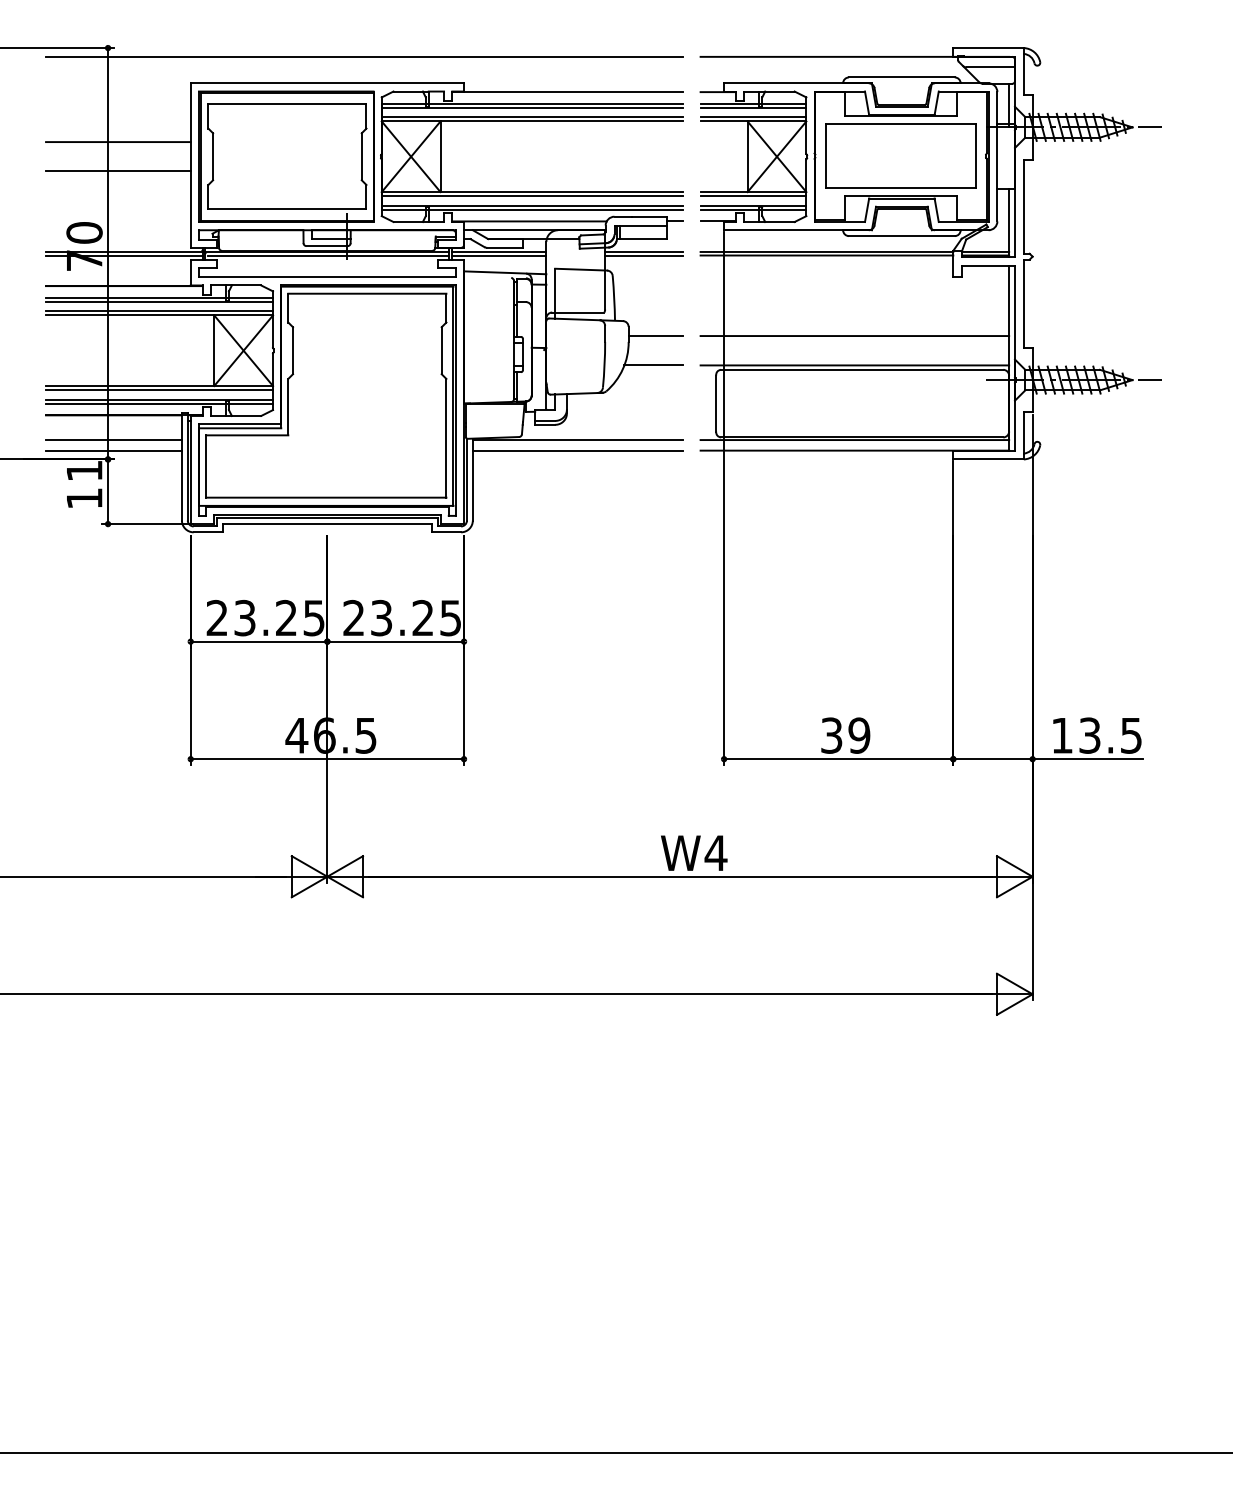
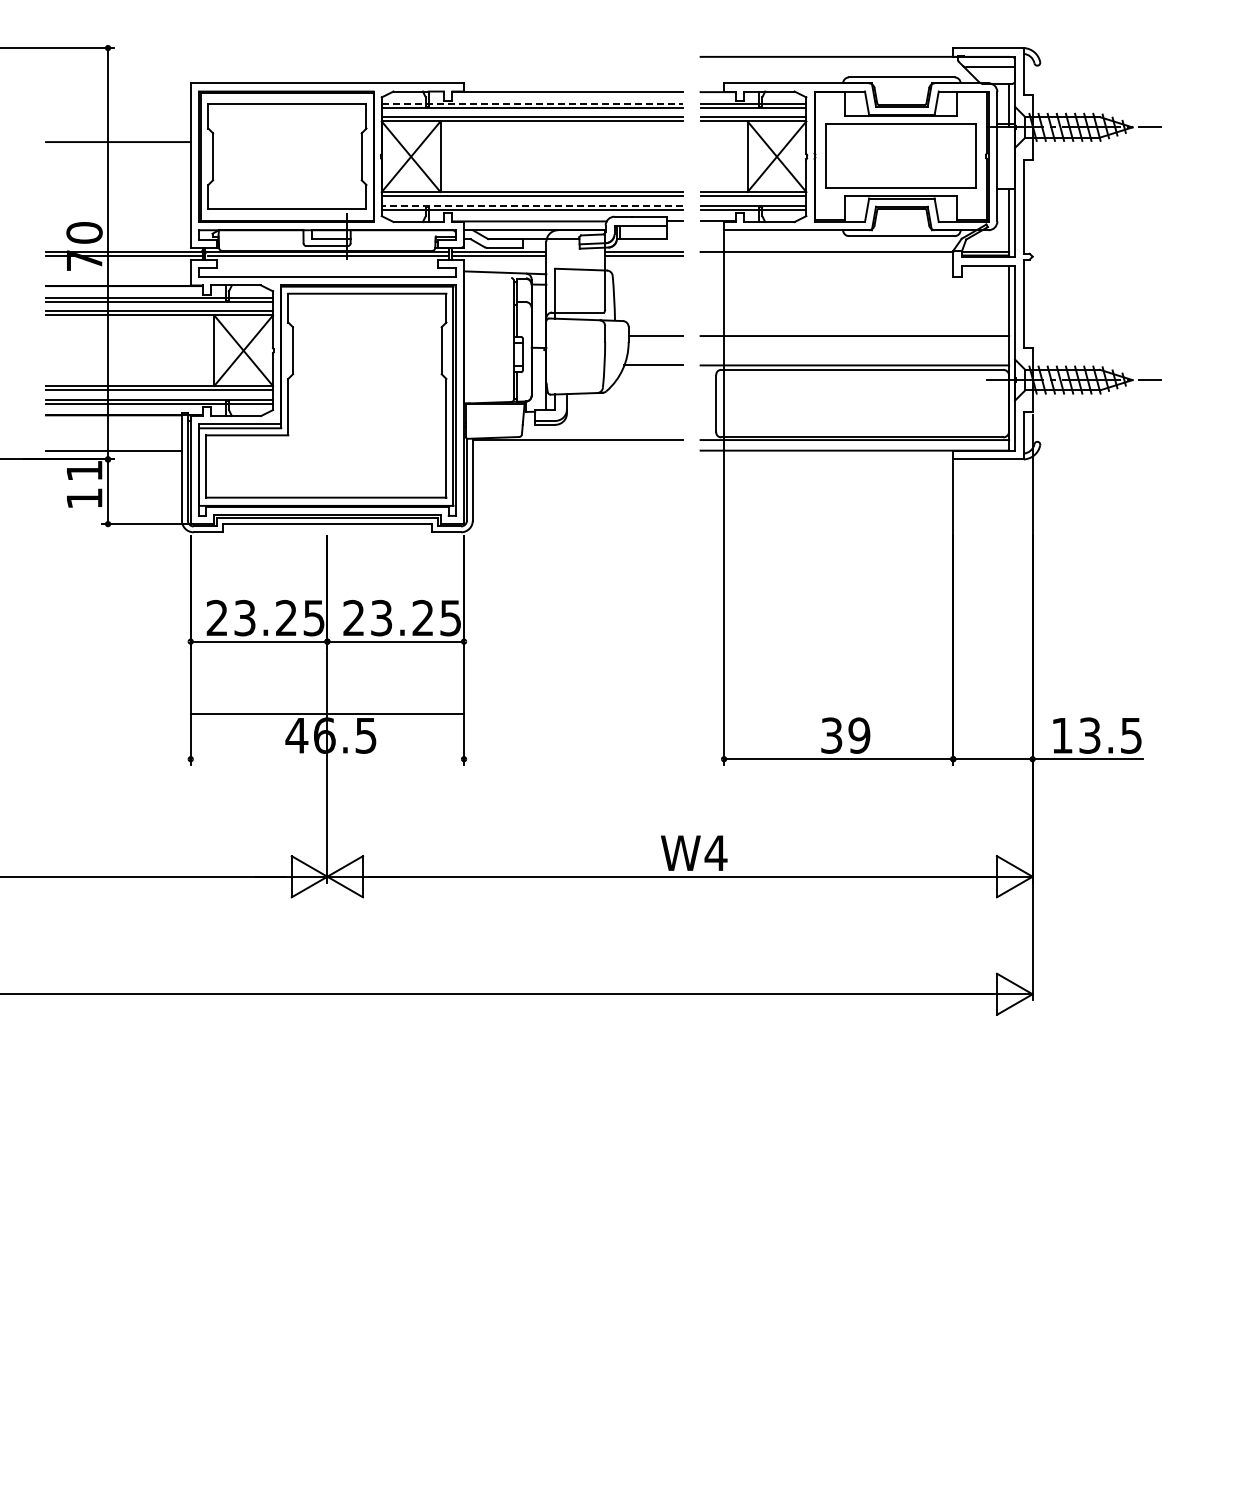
line at (364, 56): present -> none
line at (532, 103): solid -> dashed
line at (118, 171): present -> none
line at (532, 205): solid -> dashed
line at (826, 255): present -> none
line at (113, 440): present -> none
line at (577, 450): present -> none
line at (327, 759) position: (327, 759) -> (327, 714)
line at (615, 1453): present -> none
